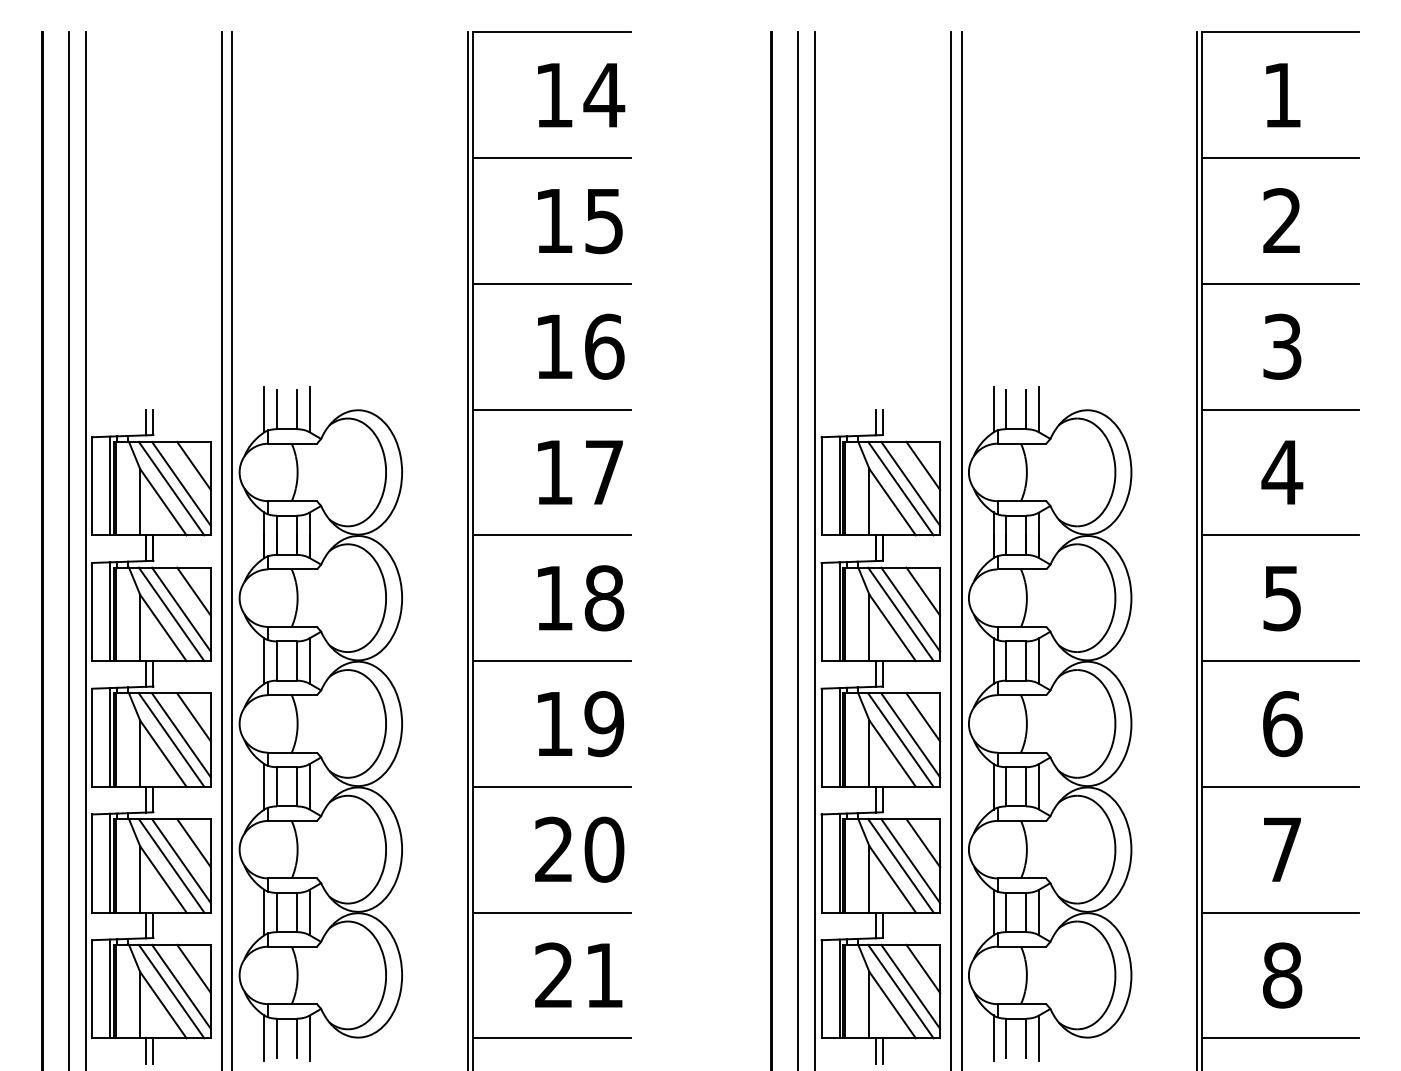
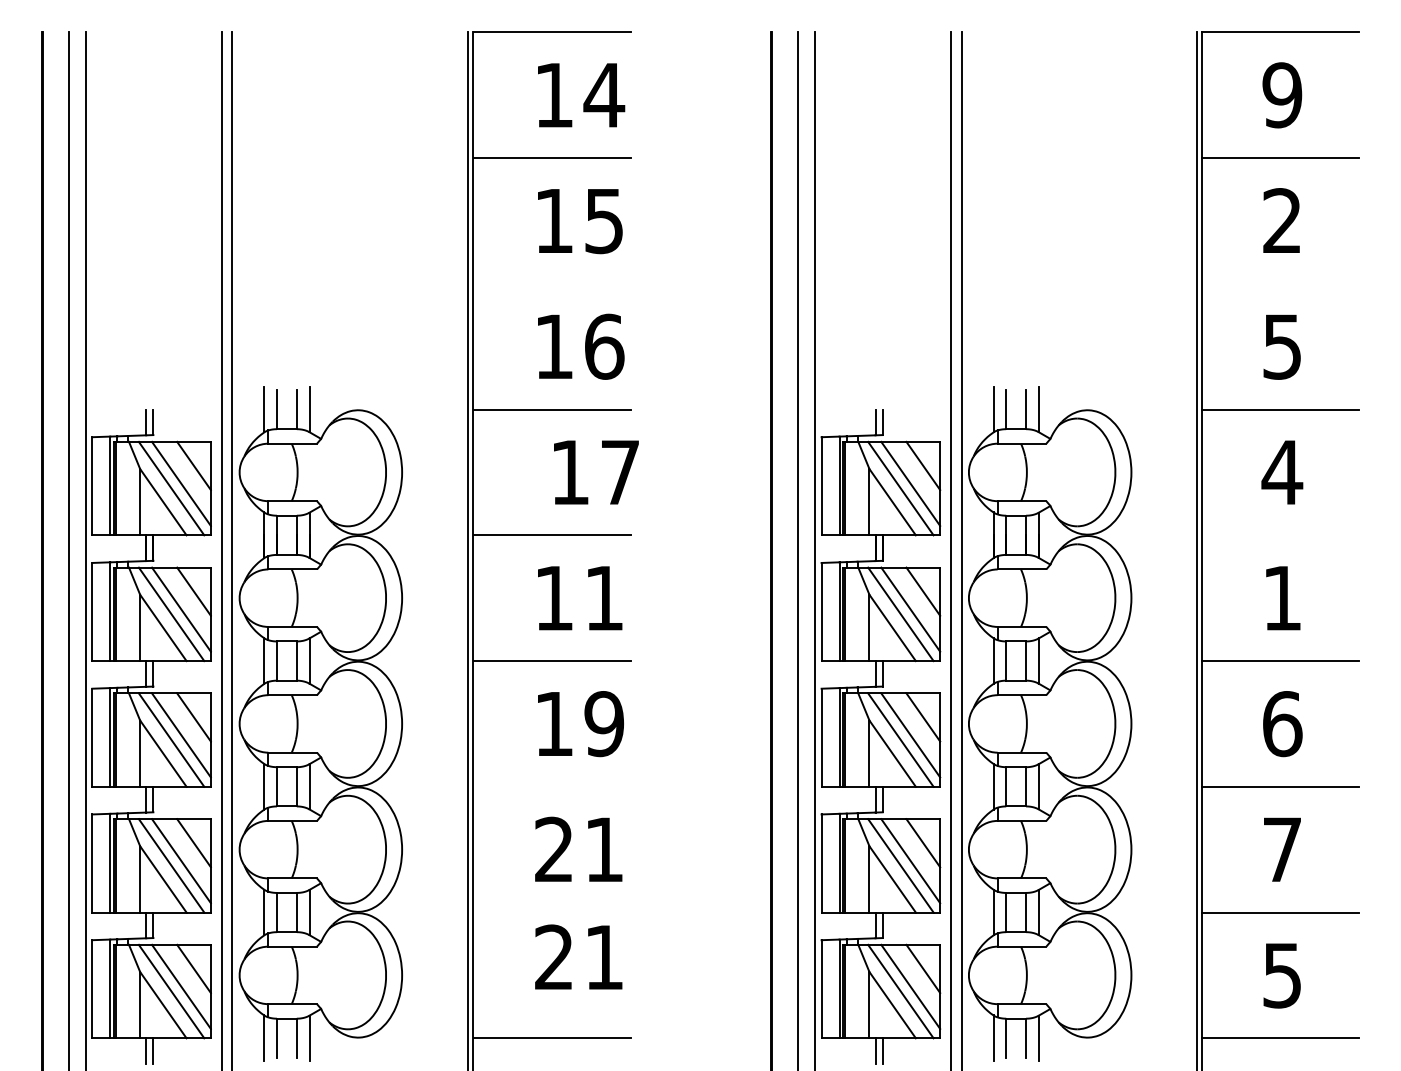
text at (1282, 95): 1 -> 9
line at (552, 283): present -> none
line at (1280, 283): present -> none
text at (1282, 346): 3 -> 5
text at (580, 472) position: (580, 472) -> (596, 472)
line at (1280, 535): present -> none
text at (604, 598): 18 -> 11
text at (1281, 598): 5 -> 1
line at (552, 786): present -> none
text at (604, 849): 20 -> 21
line at (552, 912): present -> none
text at (578, 974) position: (578, 974) -> (578, 956)
text at (1282, 975): 8 -> 5
